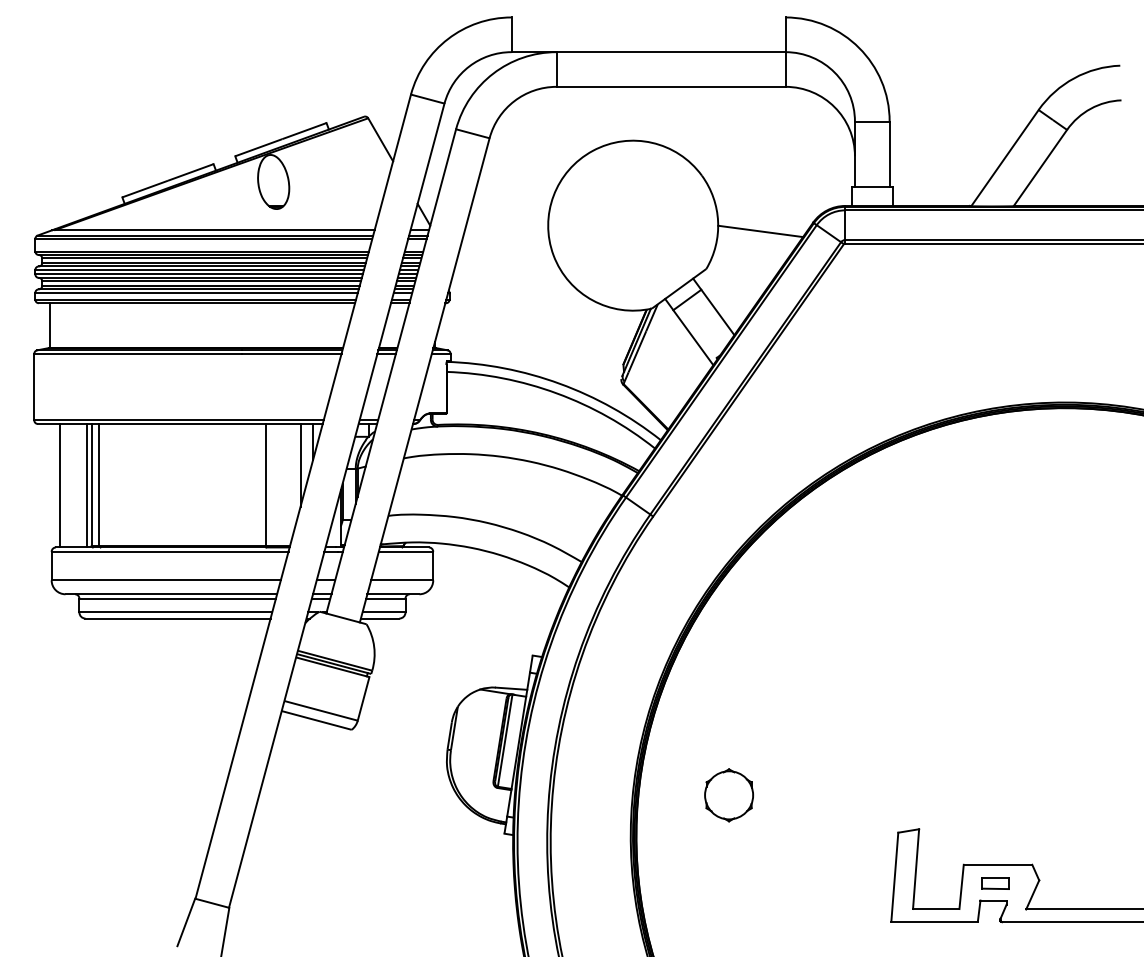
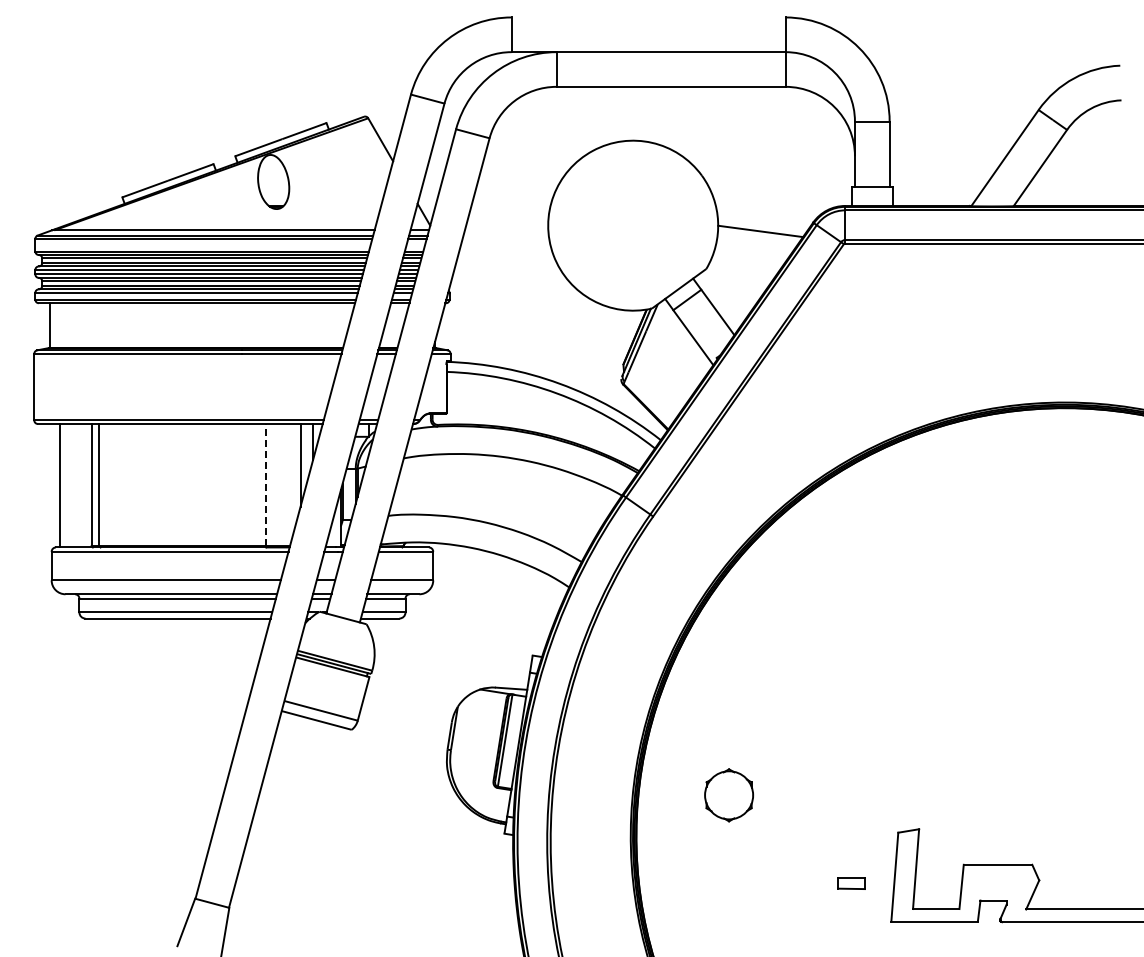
line at (266, 484): solid -> dashed
line at (87, 485): present -> none
part at (995, 883) position: (995, 883) -> (851, 883)
